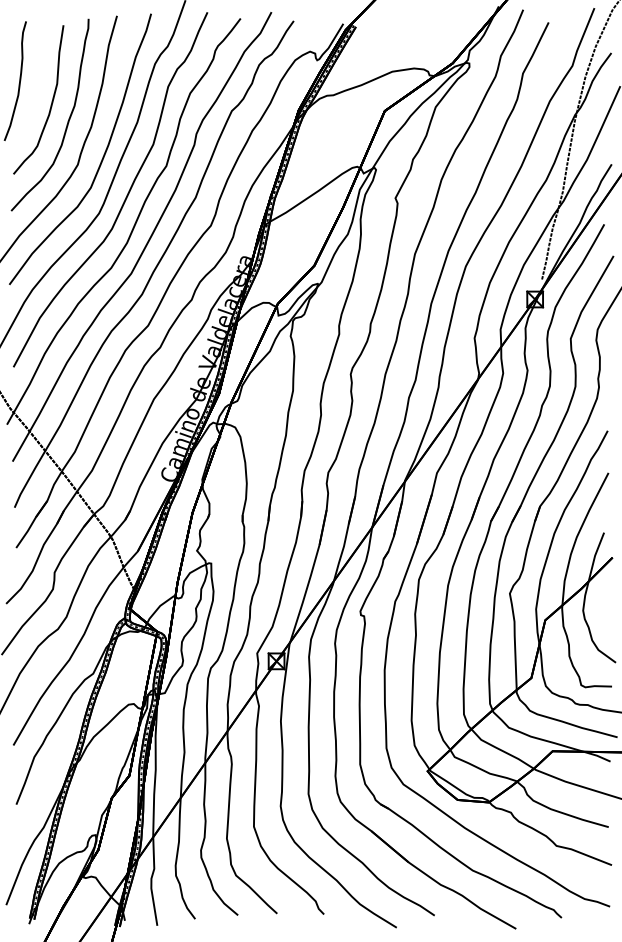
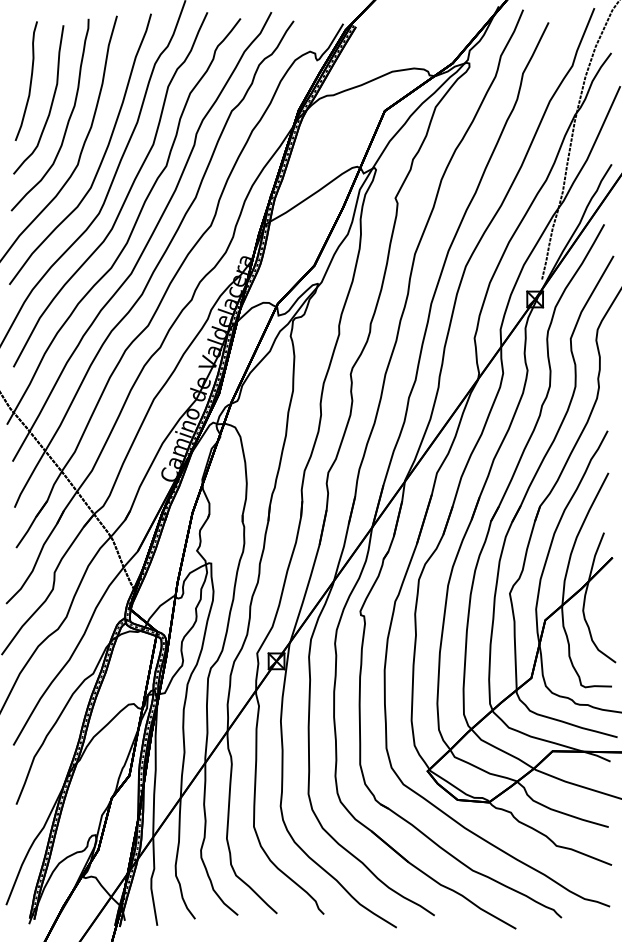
curve at (19, 80) position: (19, 80) -> (30, 80)
